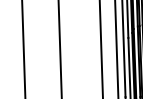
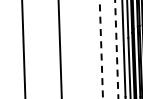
line at (101, 50): solid -> dashed
line at (116, 50): solid -> dashed
